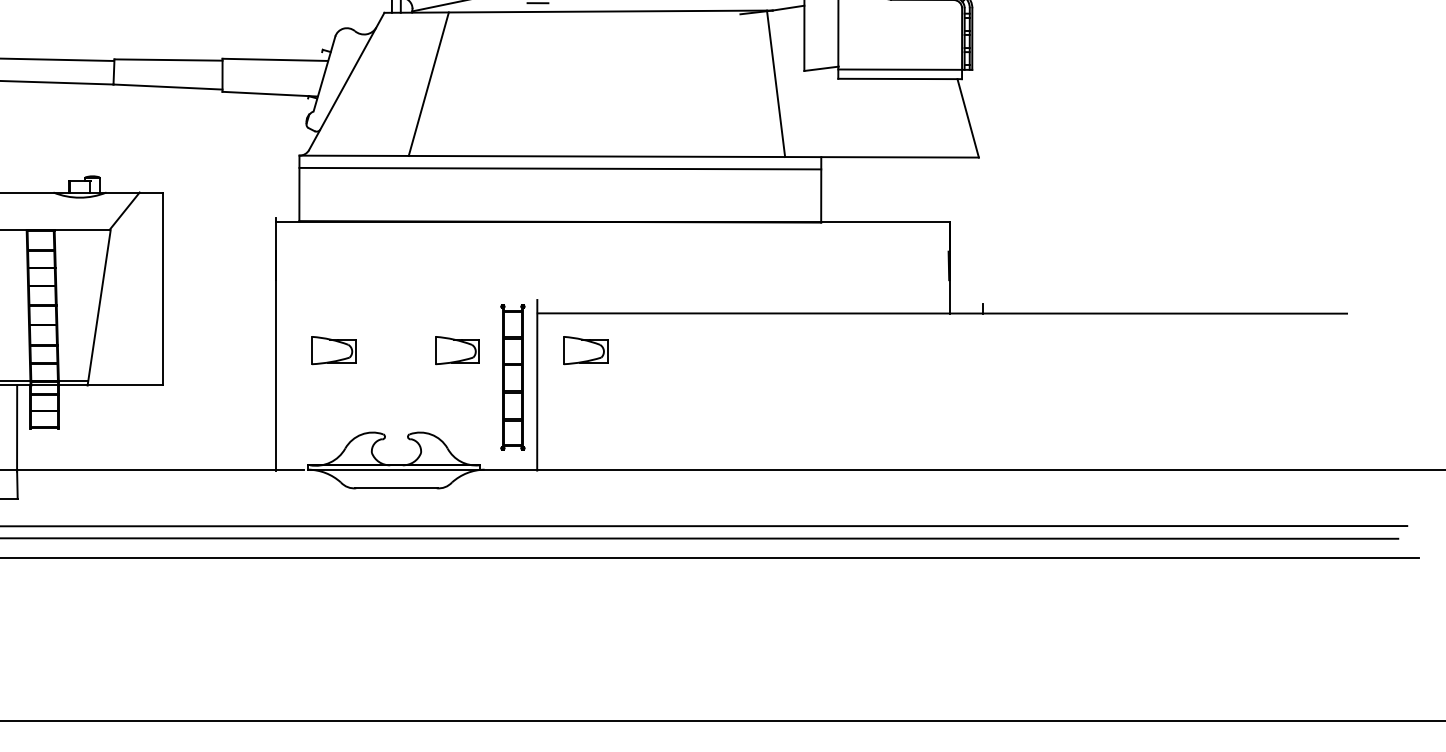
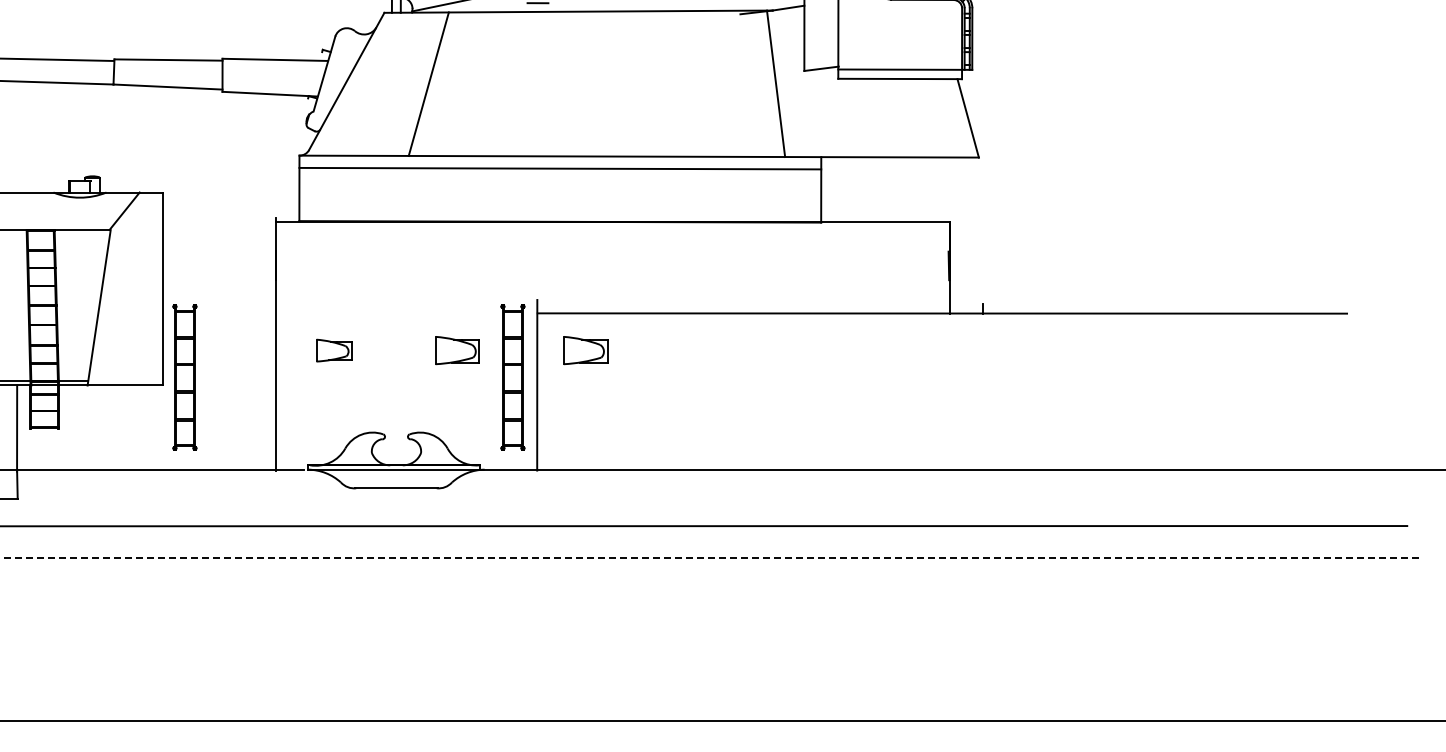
part at (333, 350) size: 46x30 px -> 37x25 px
part at (184, 377): none -> present
line at (700, 538): present -> none
line at (709, 557): solid -> dashed
